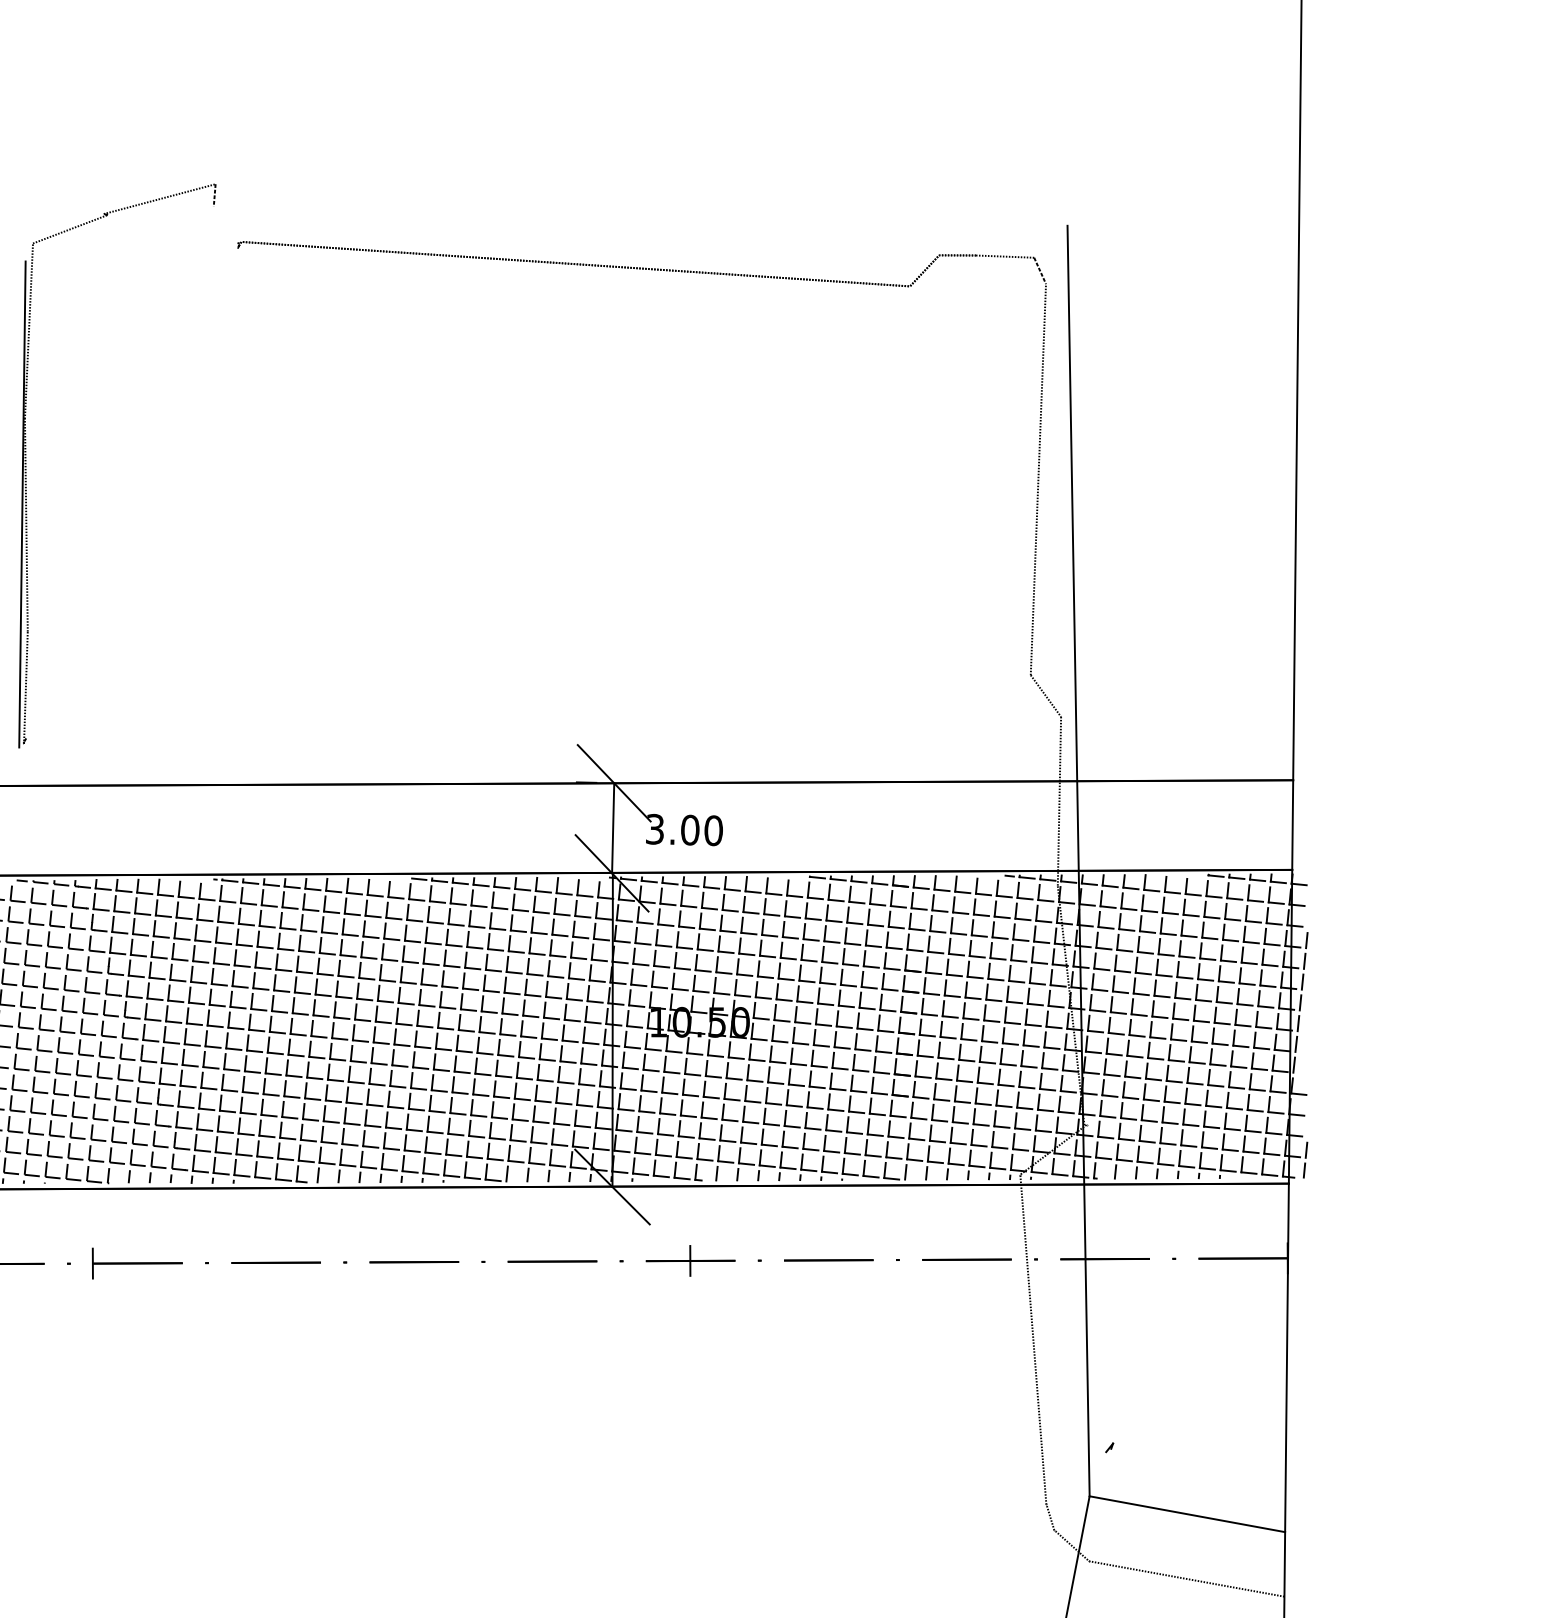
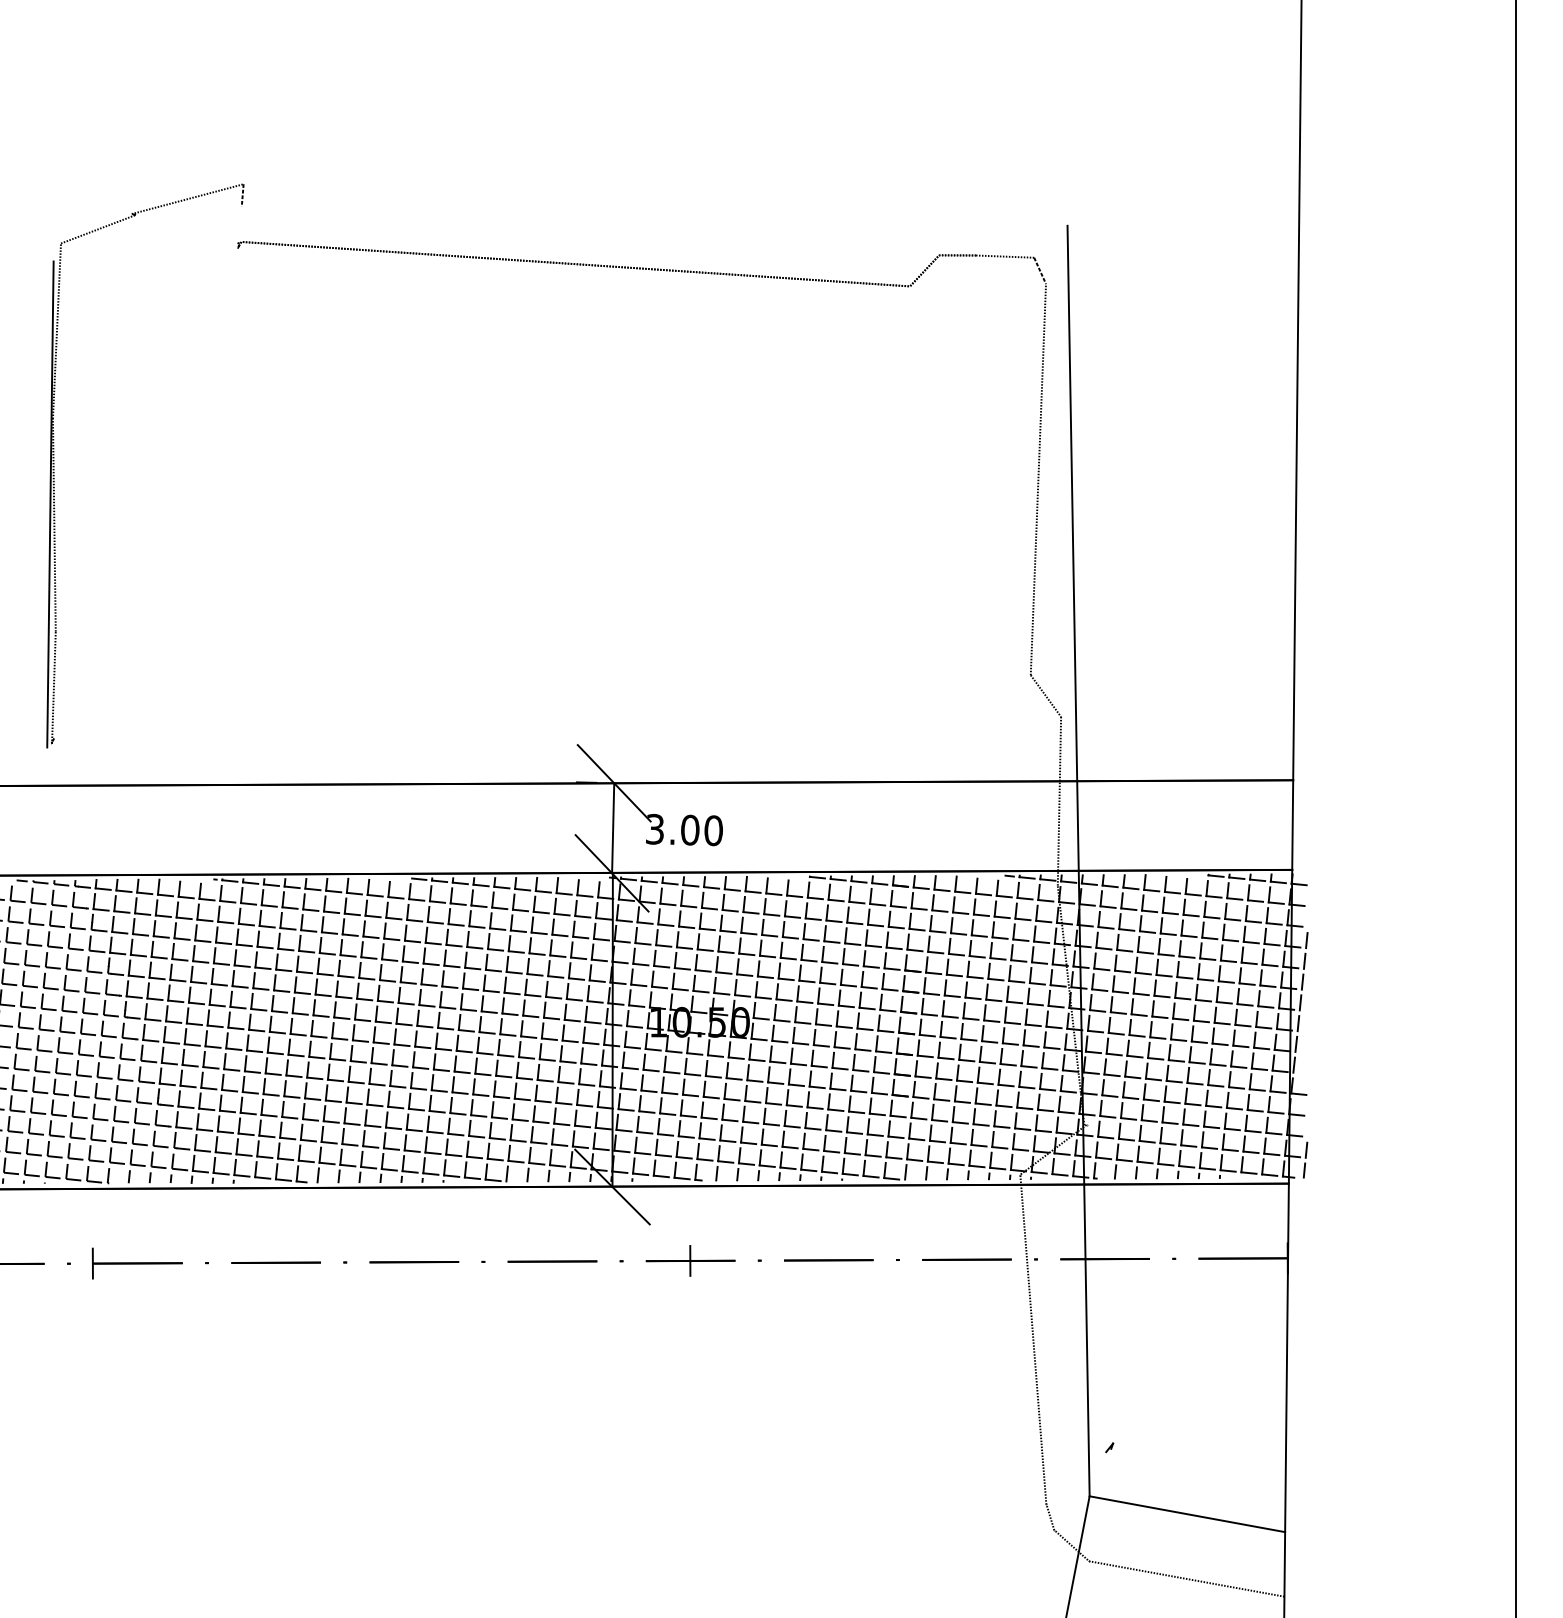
part at (26, 464) position: (26, 464) -> (54, 464)
line at (1515, 808): none -> present
